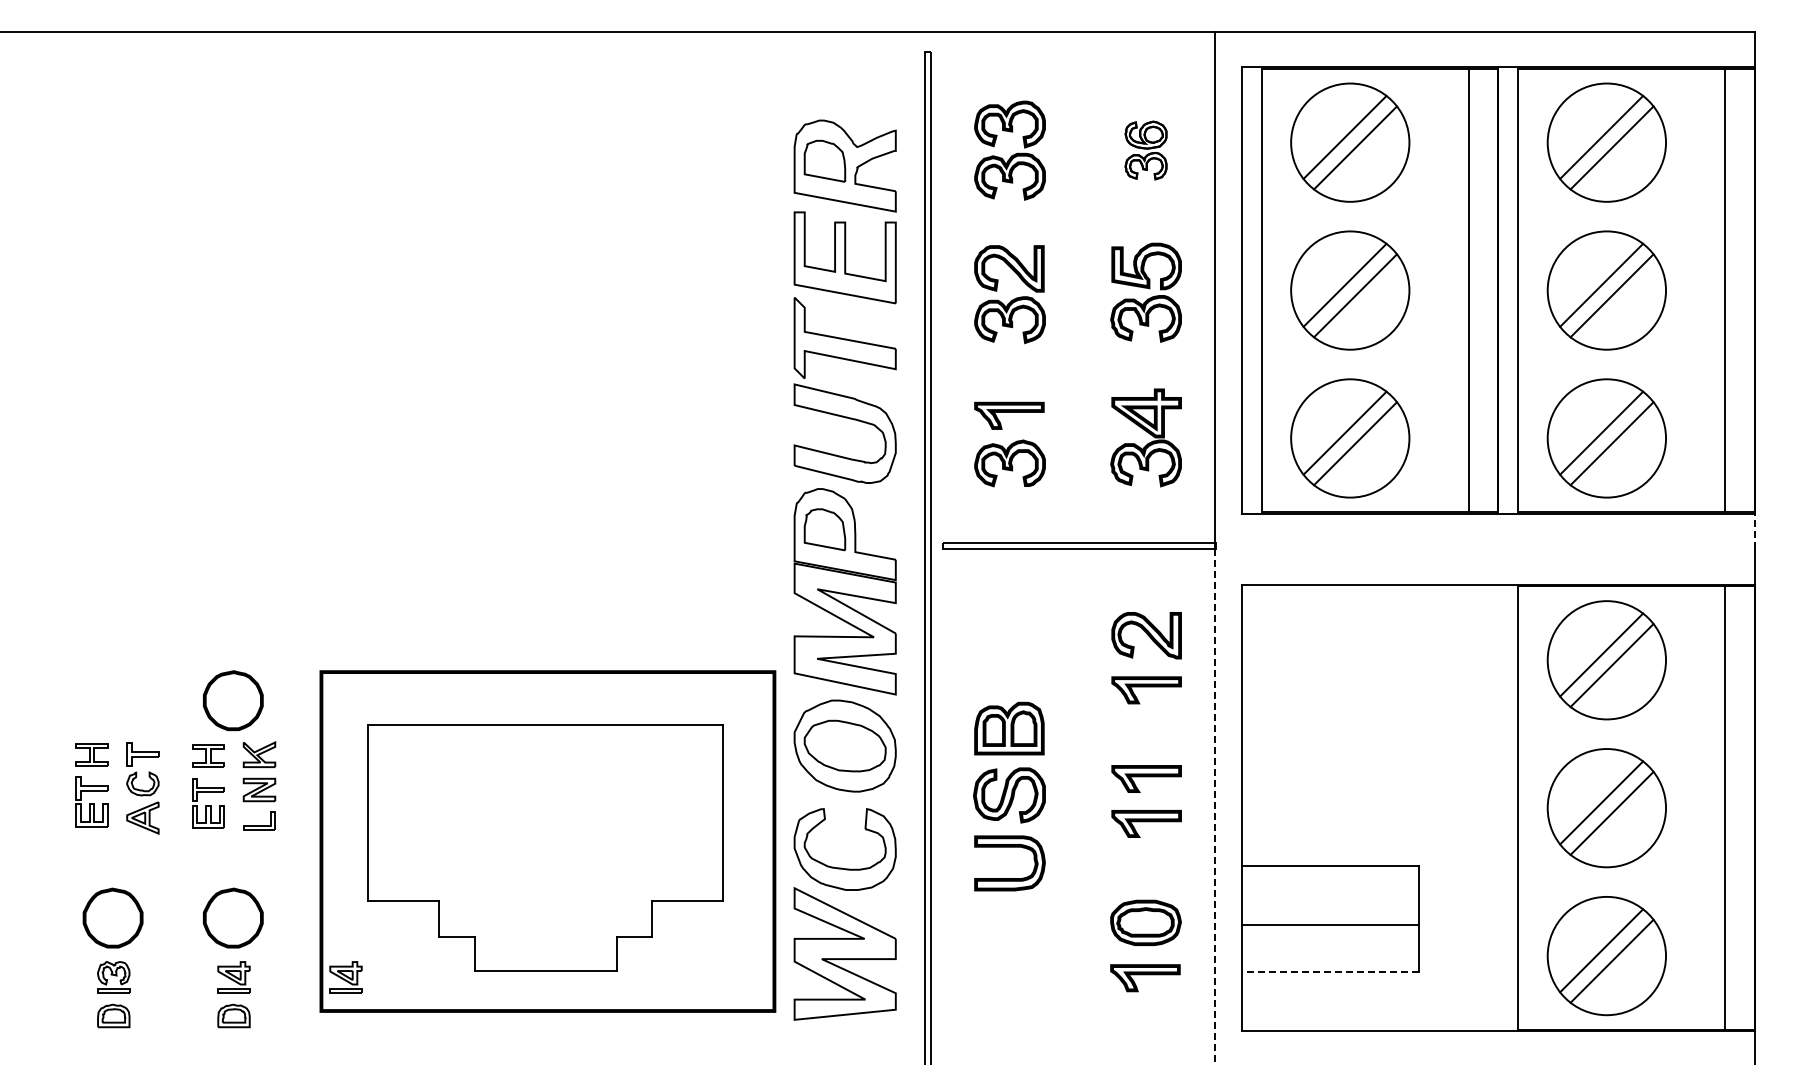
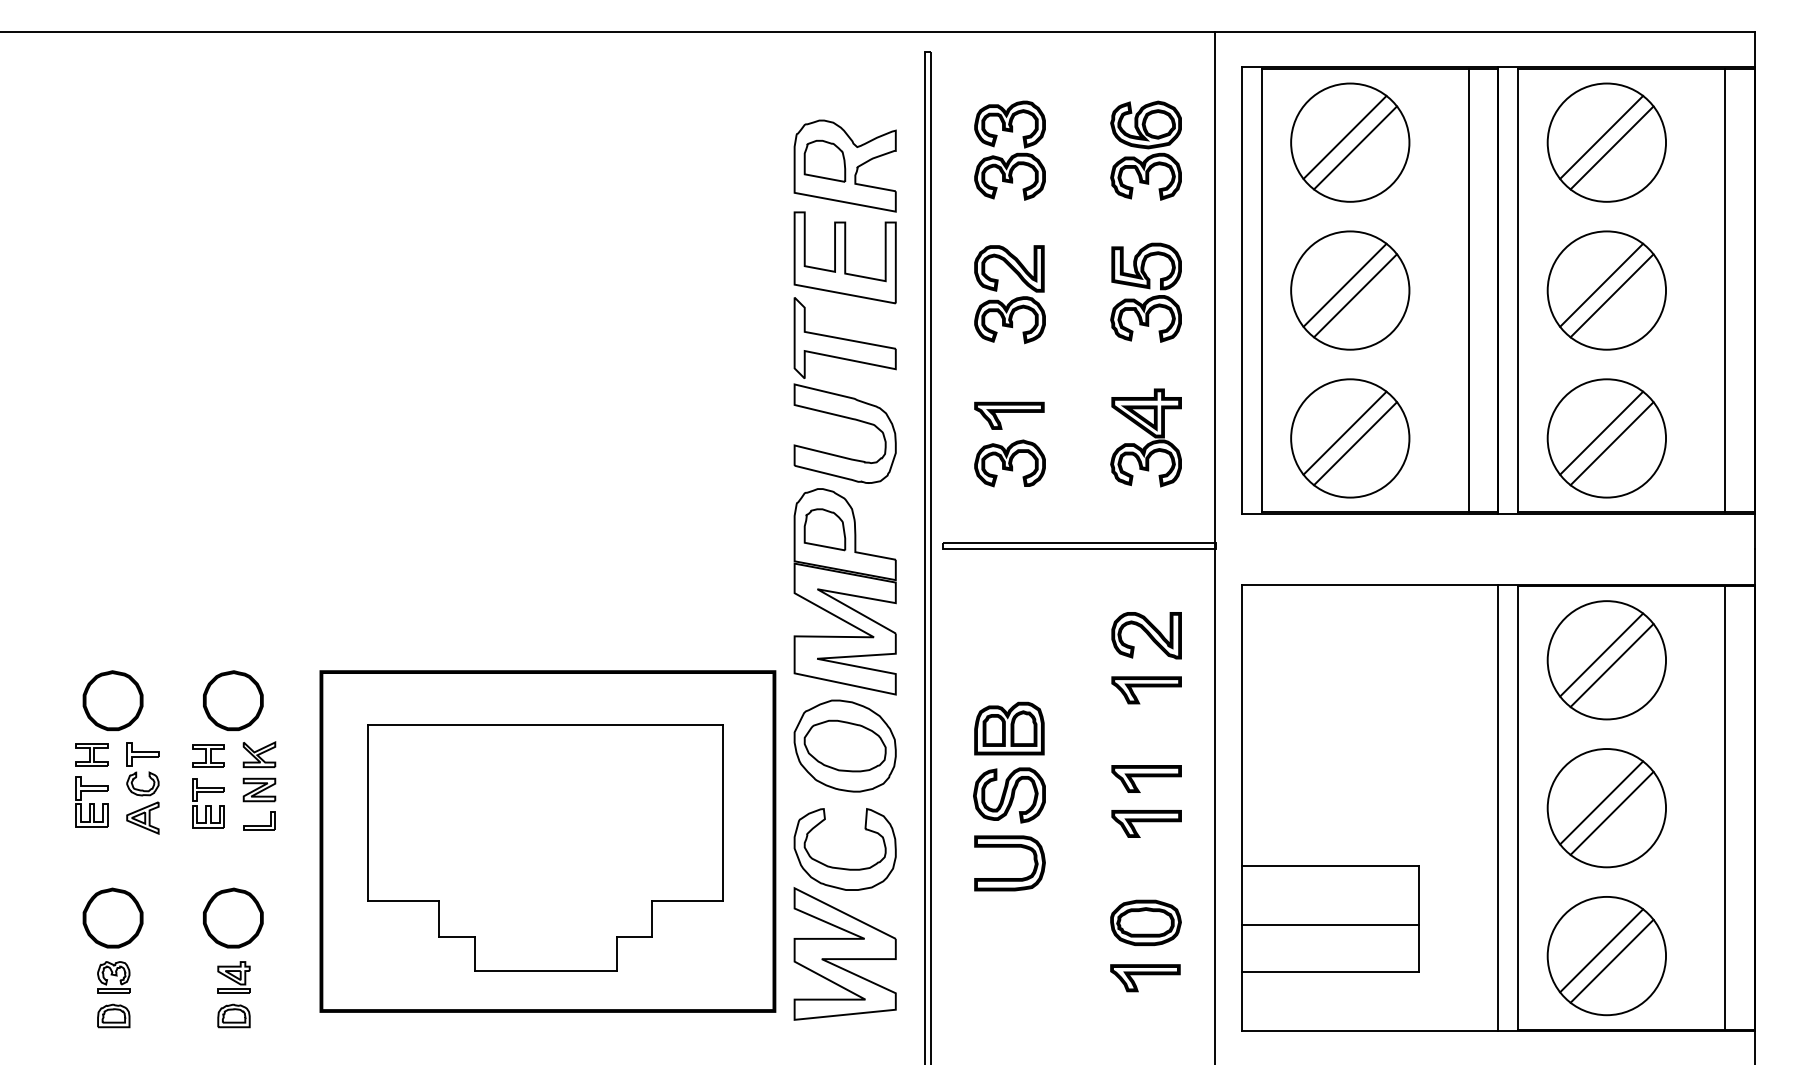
part at (1145, 150) size: 44x61 px -> 72x101 px
line at (1754, 531): dashed -> solid
part at (112, 700): none -> present
line at (1214, 807): dashed -> solid
line at (1498, 807): none -> present
line at (1330, 972): dashed -> solid
part at (345, 977): present -> none
